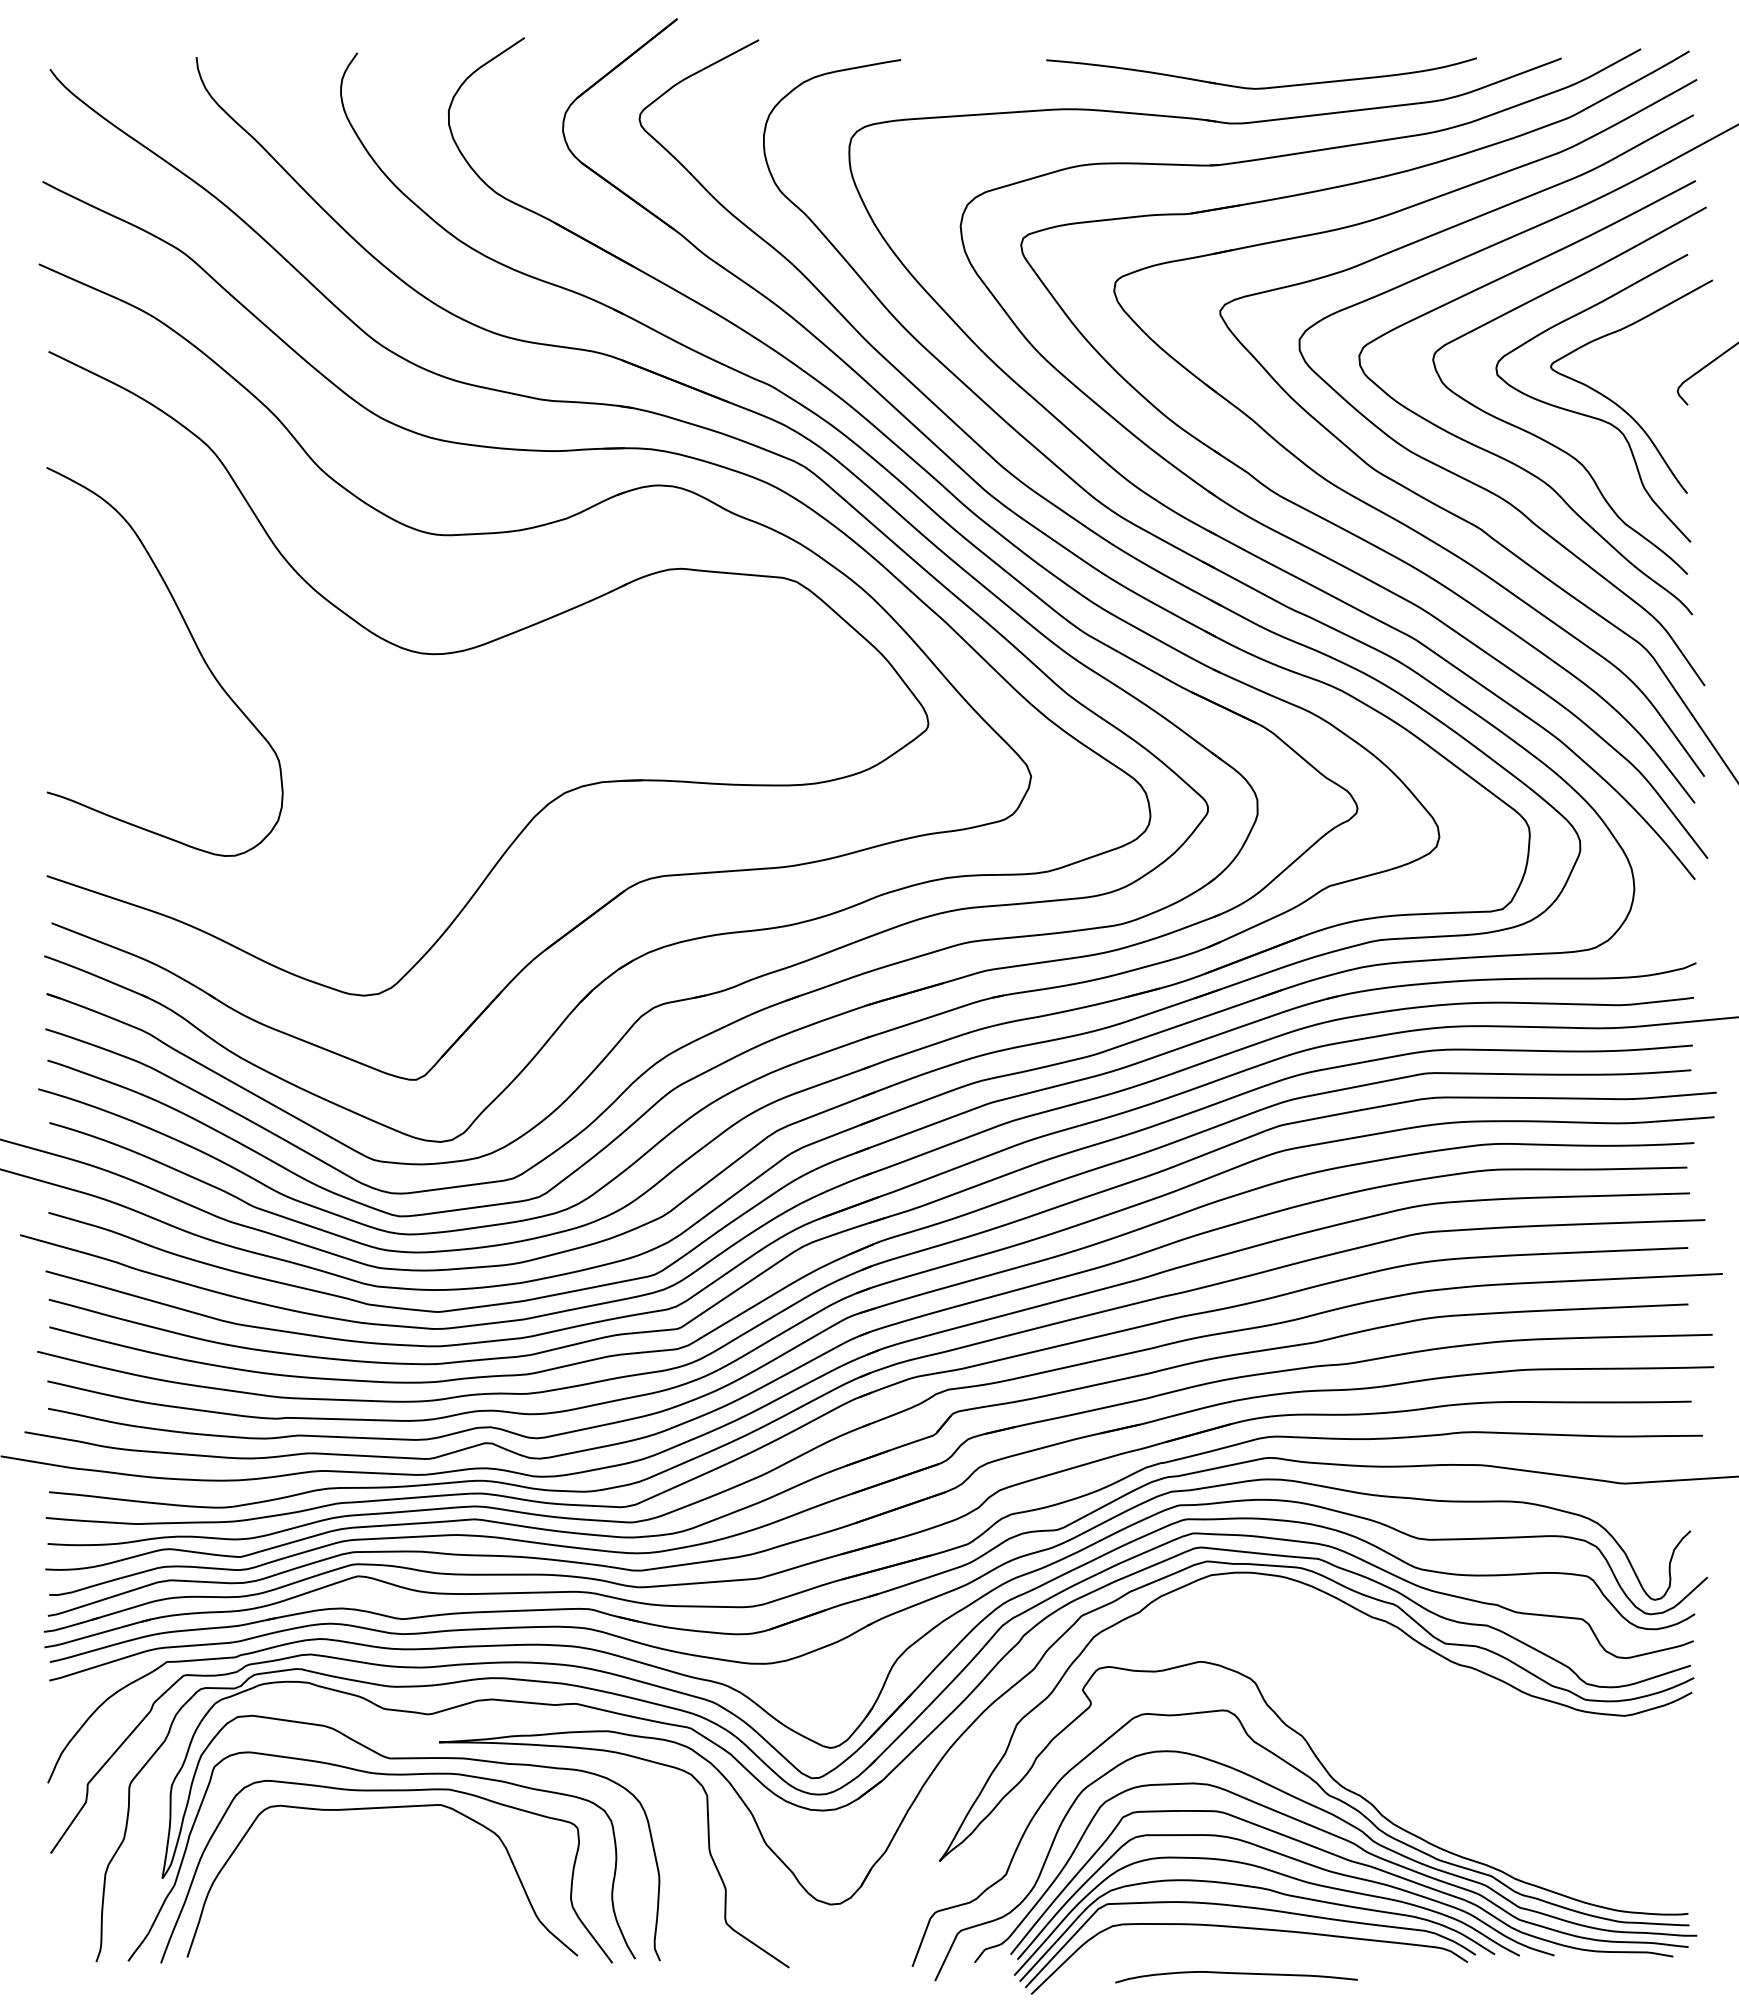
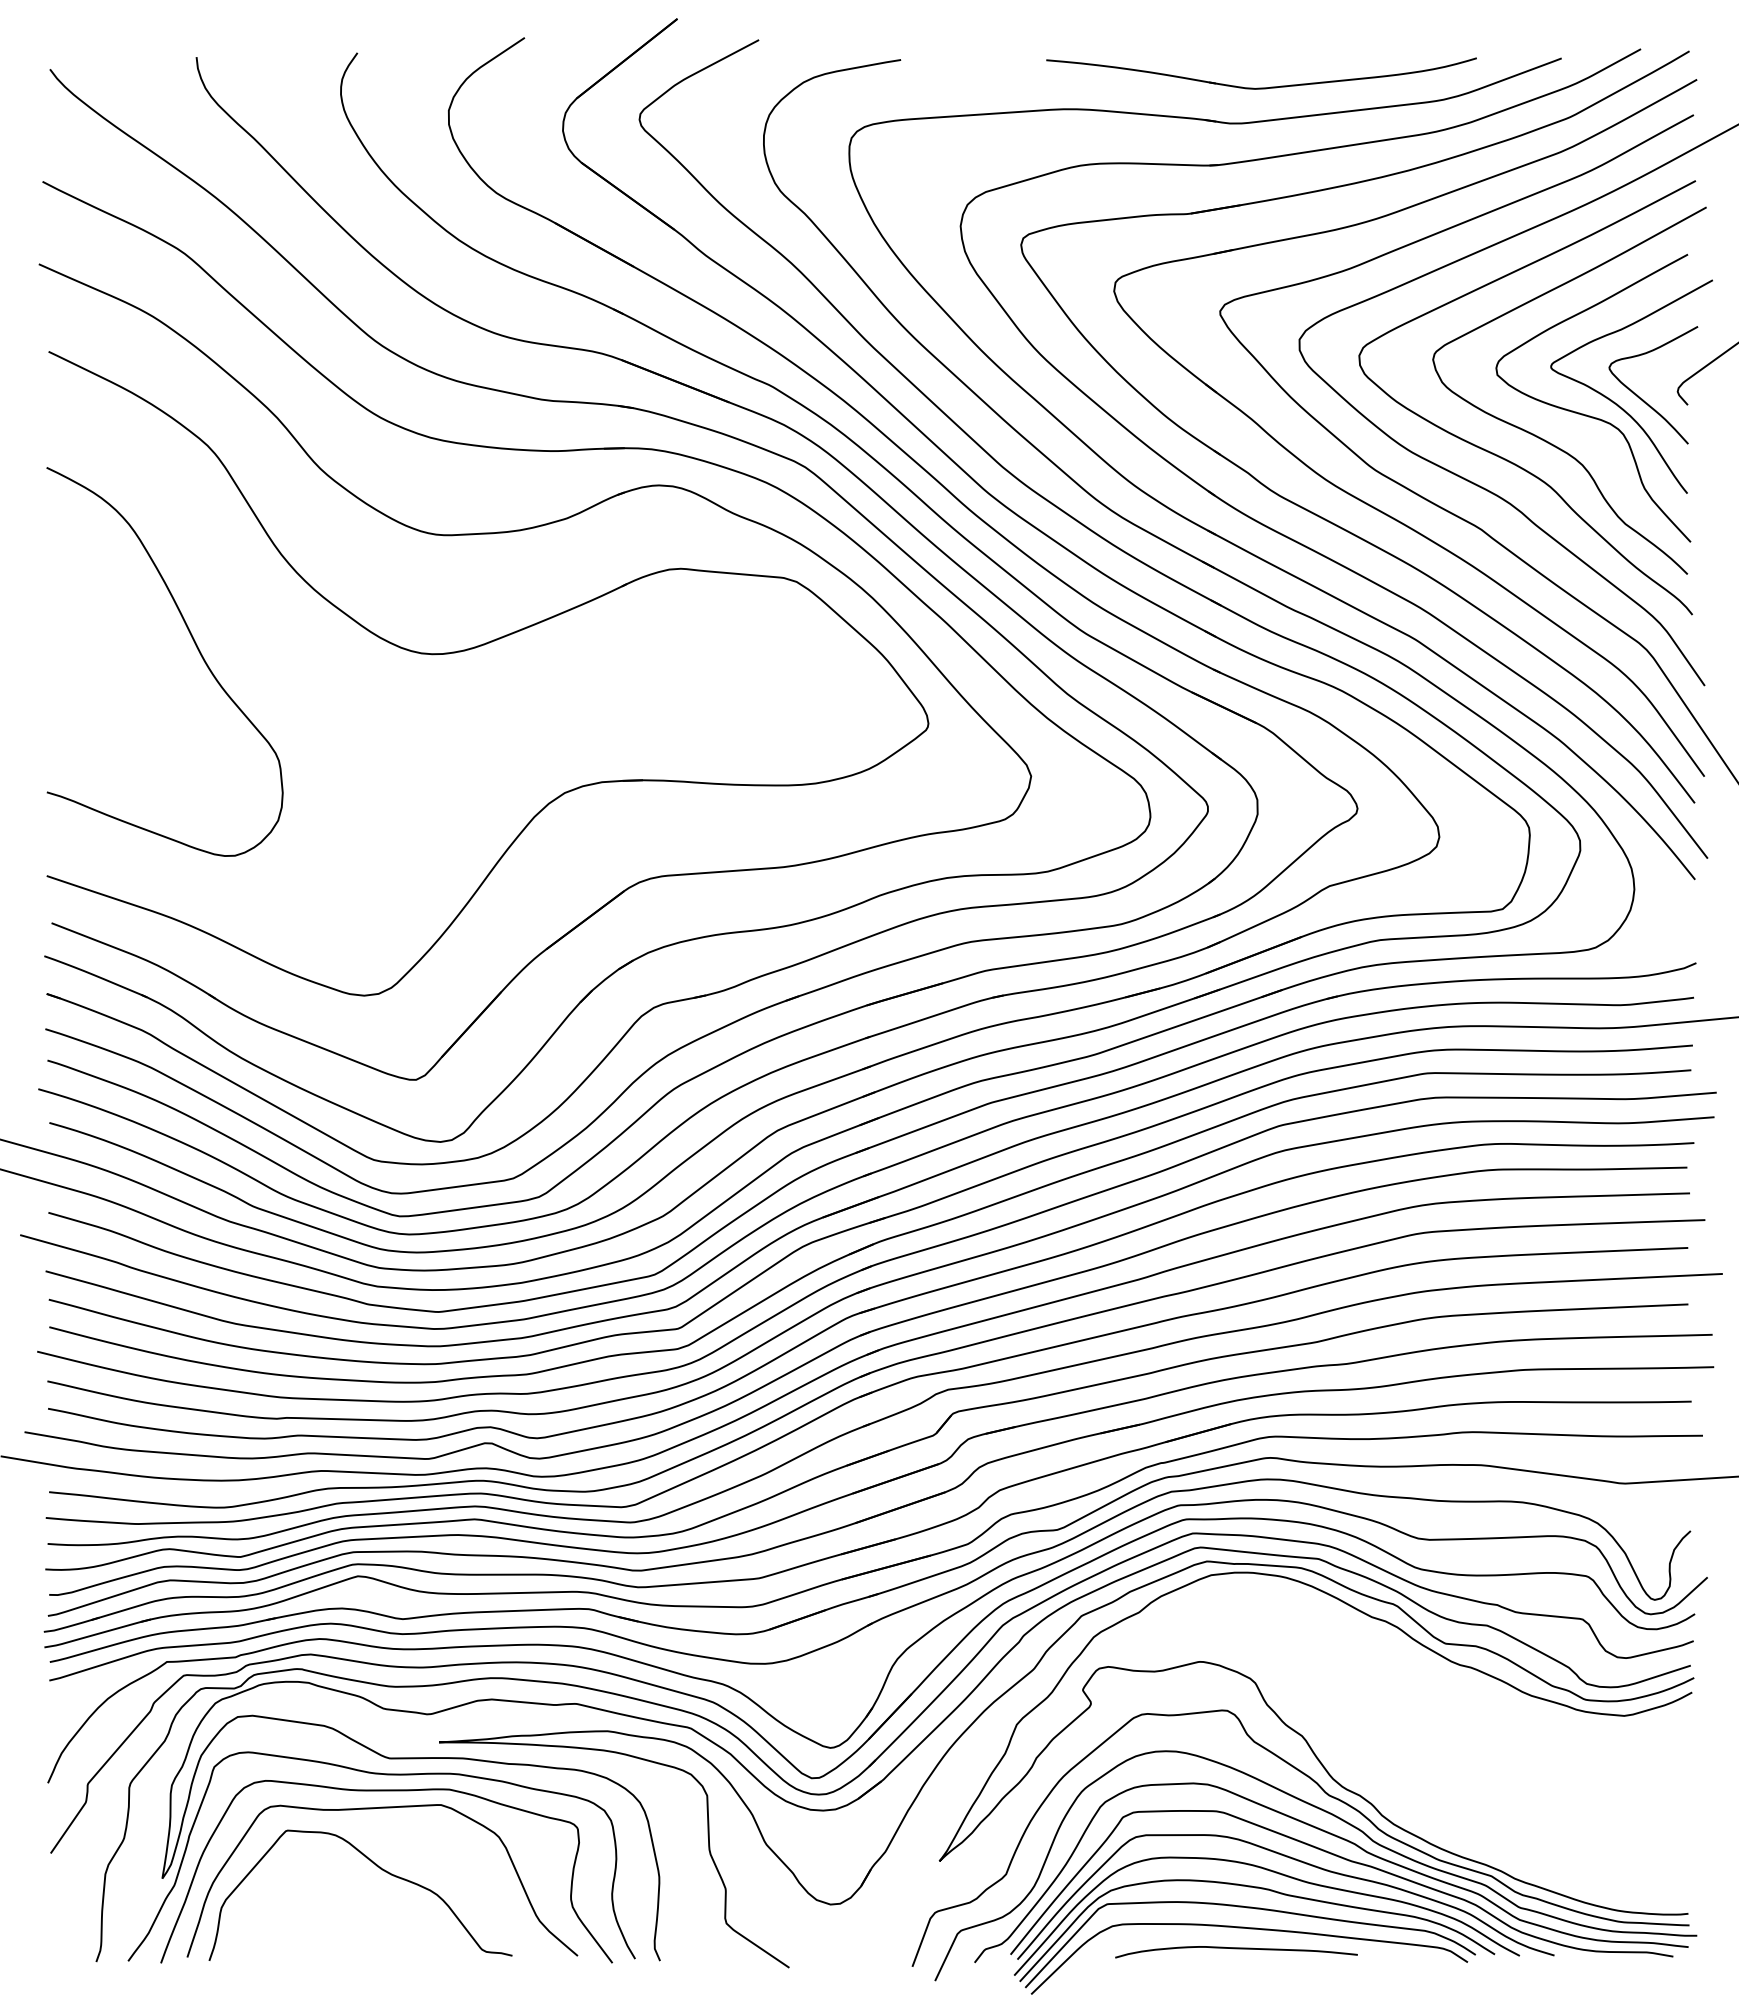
curve at (1642, 398): none -> present
curve at (377, 1867): none -> present
curve at (1236, 1974) position: (1236, 1974) -> (1236, 1949)
